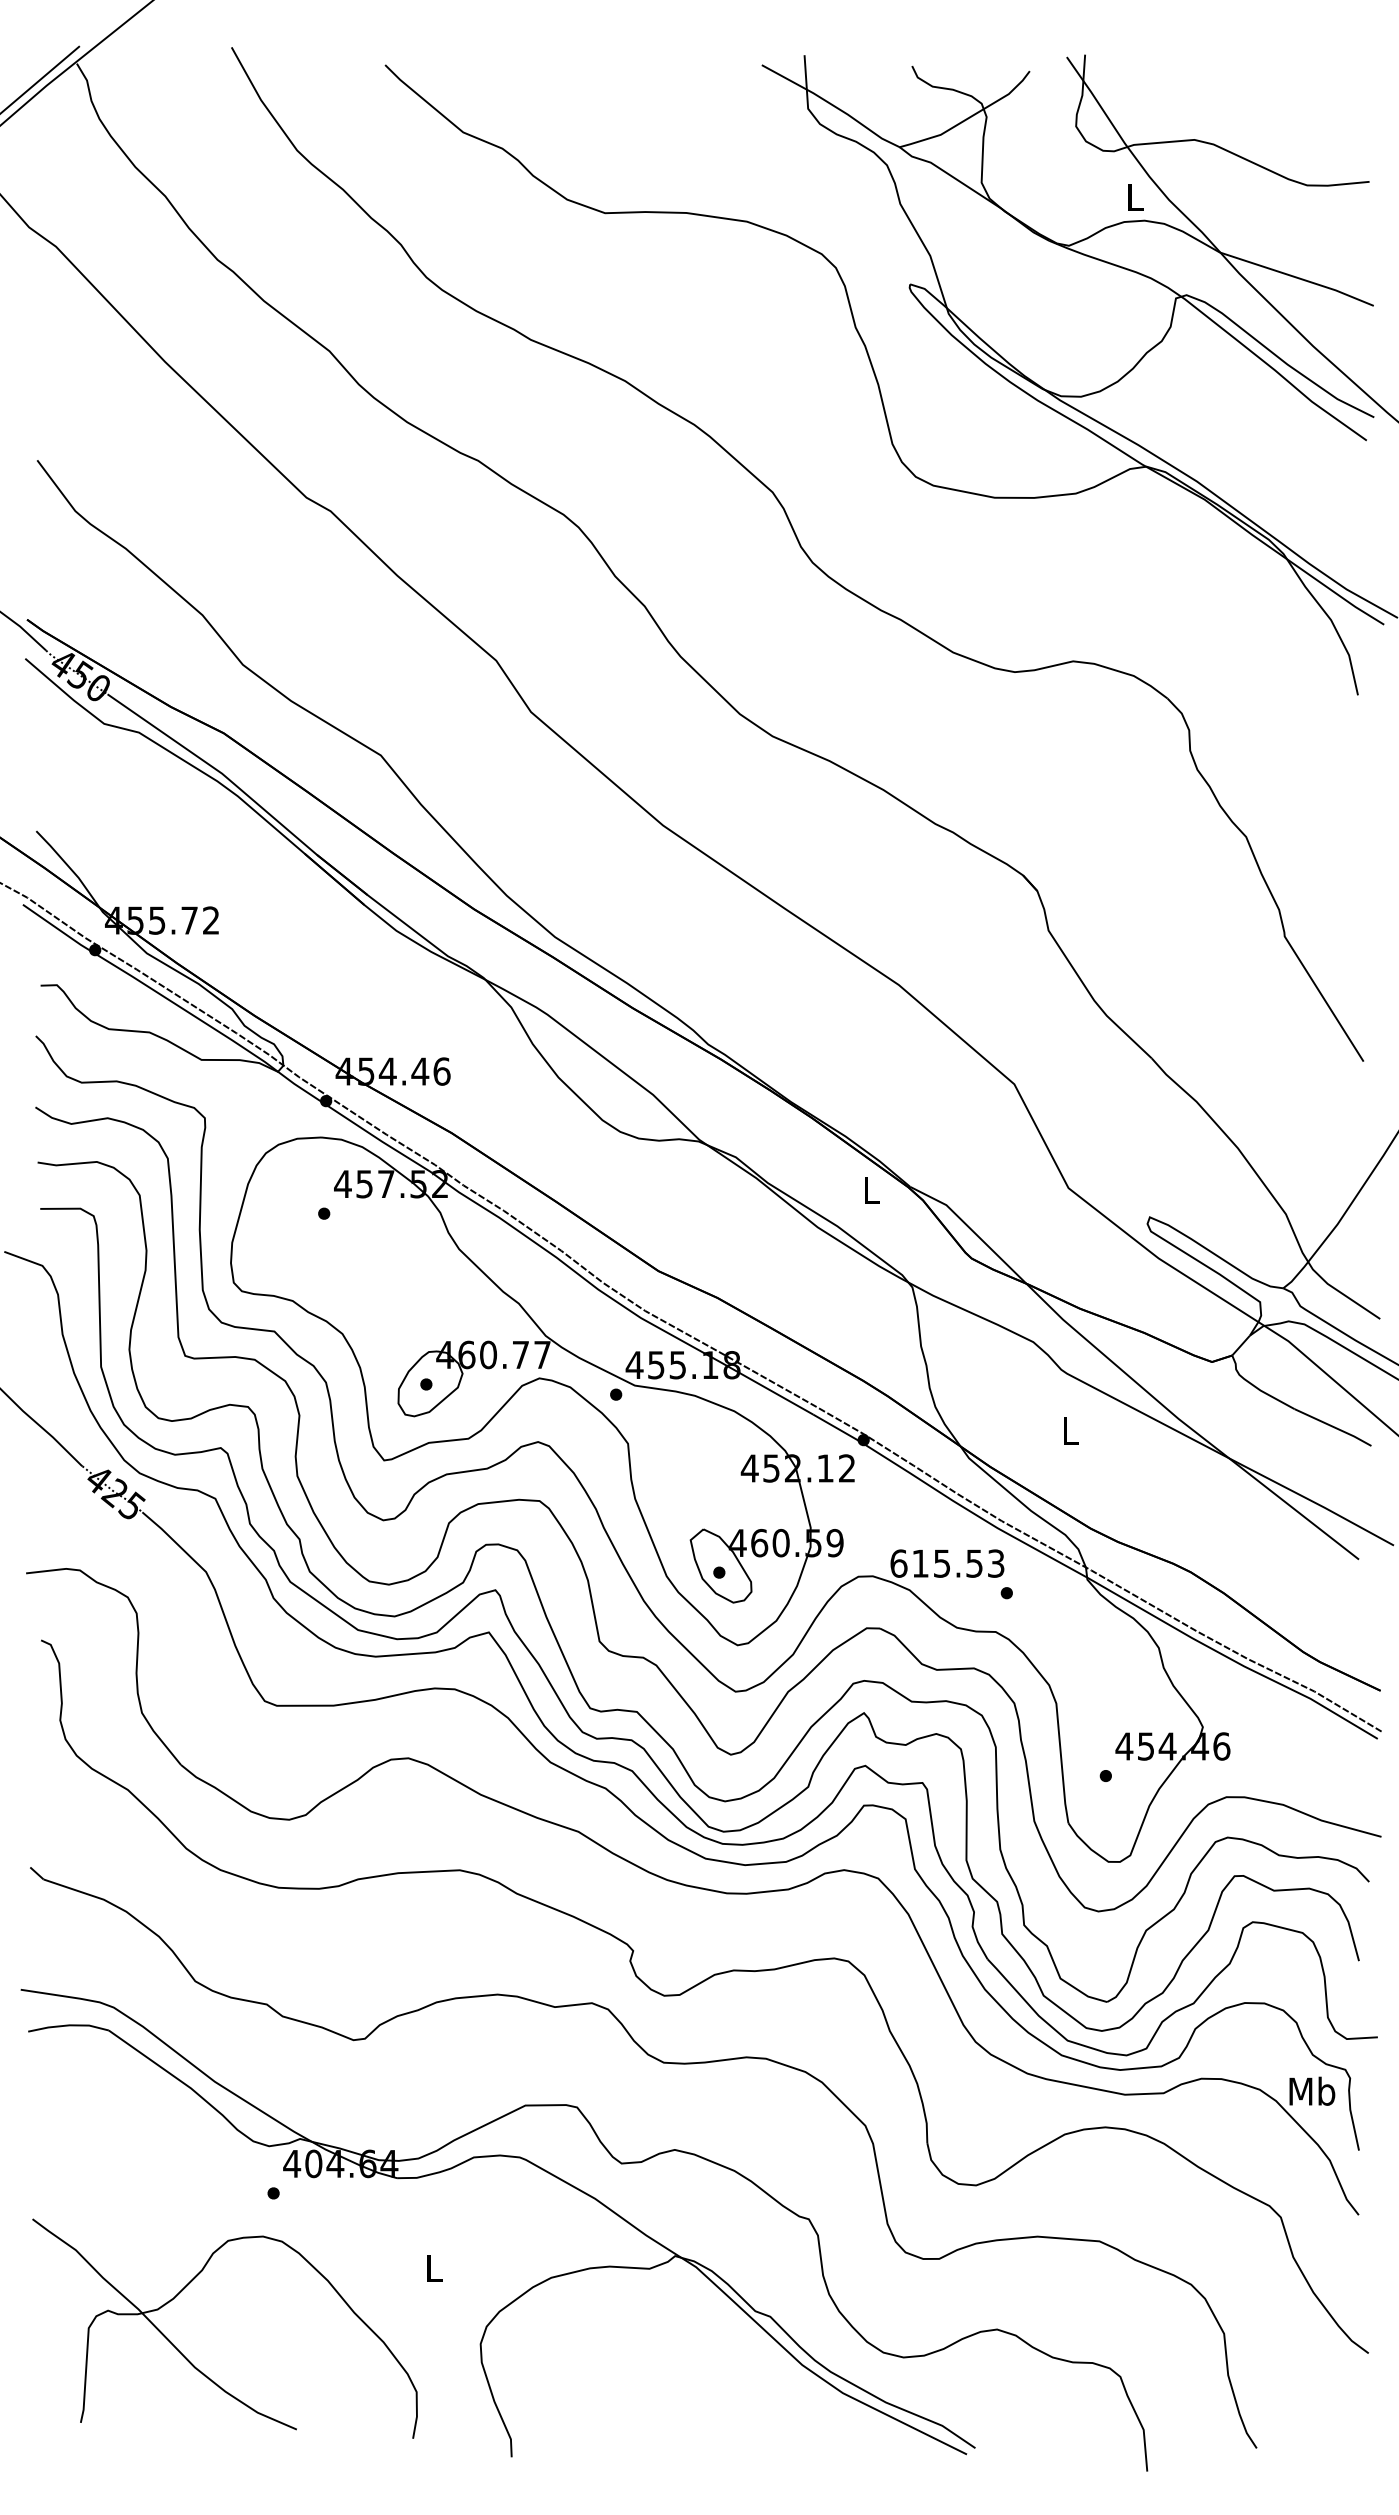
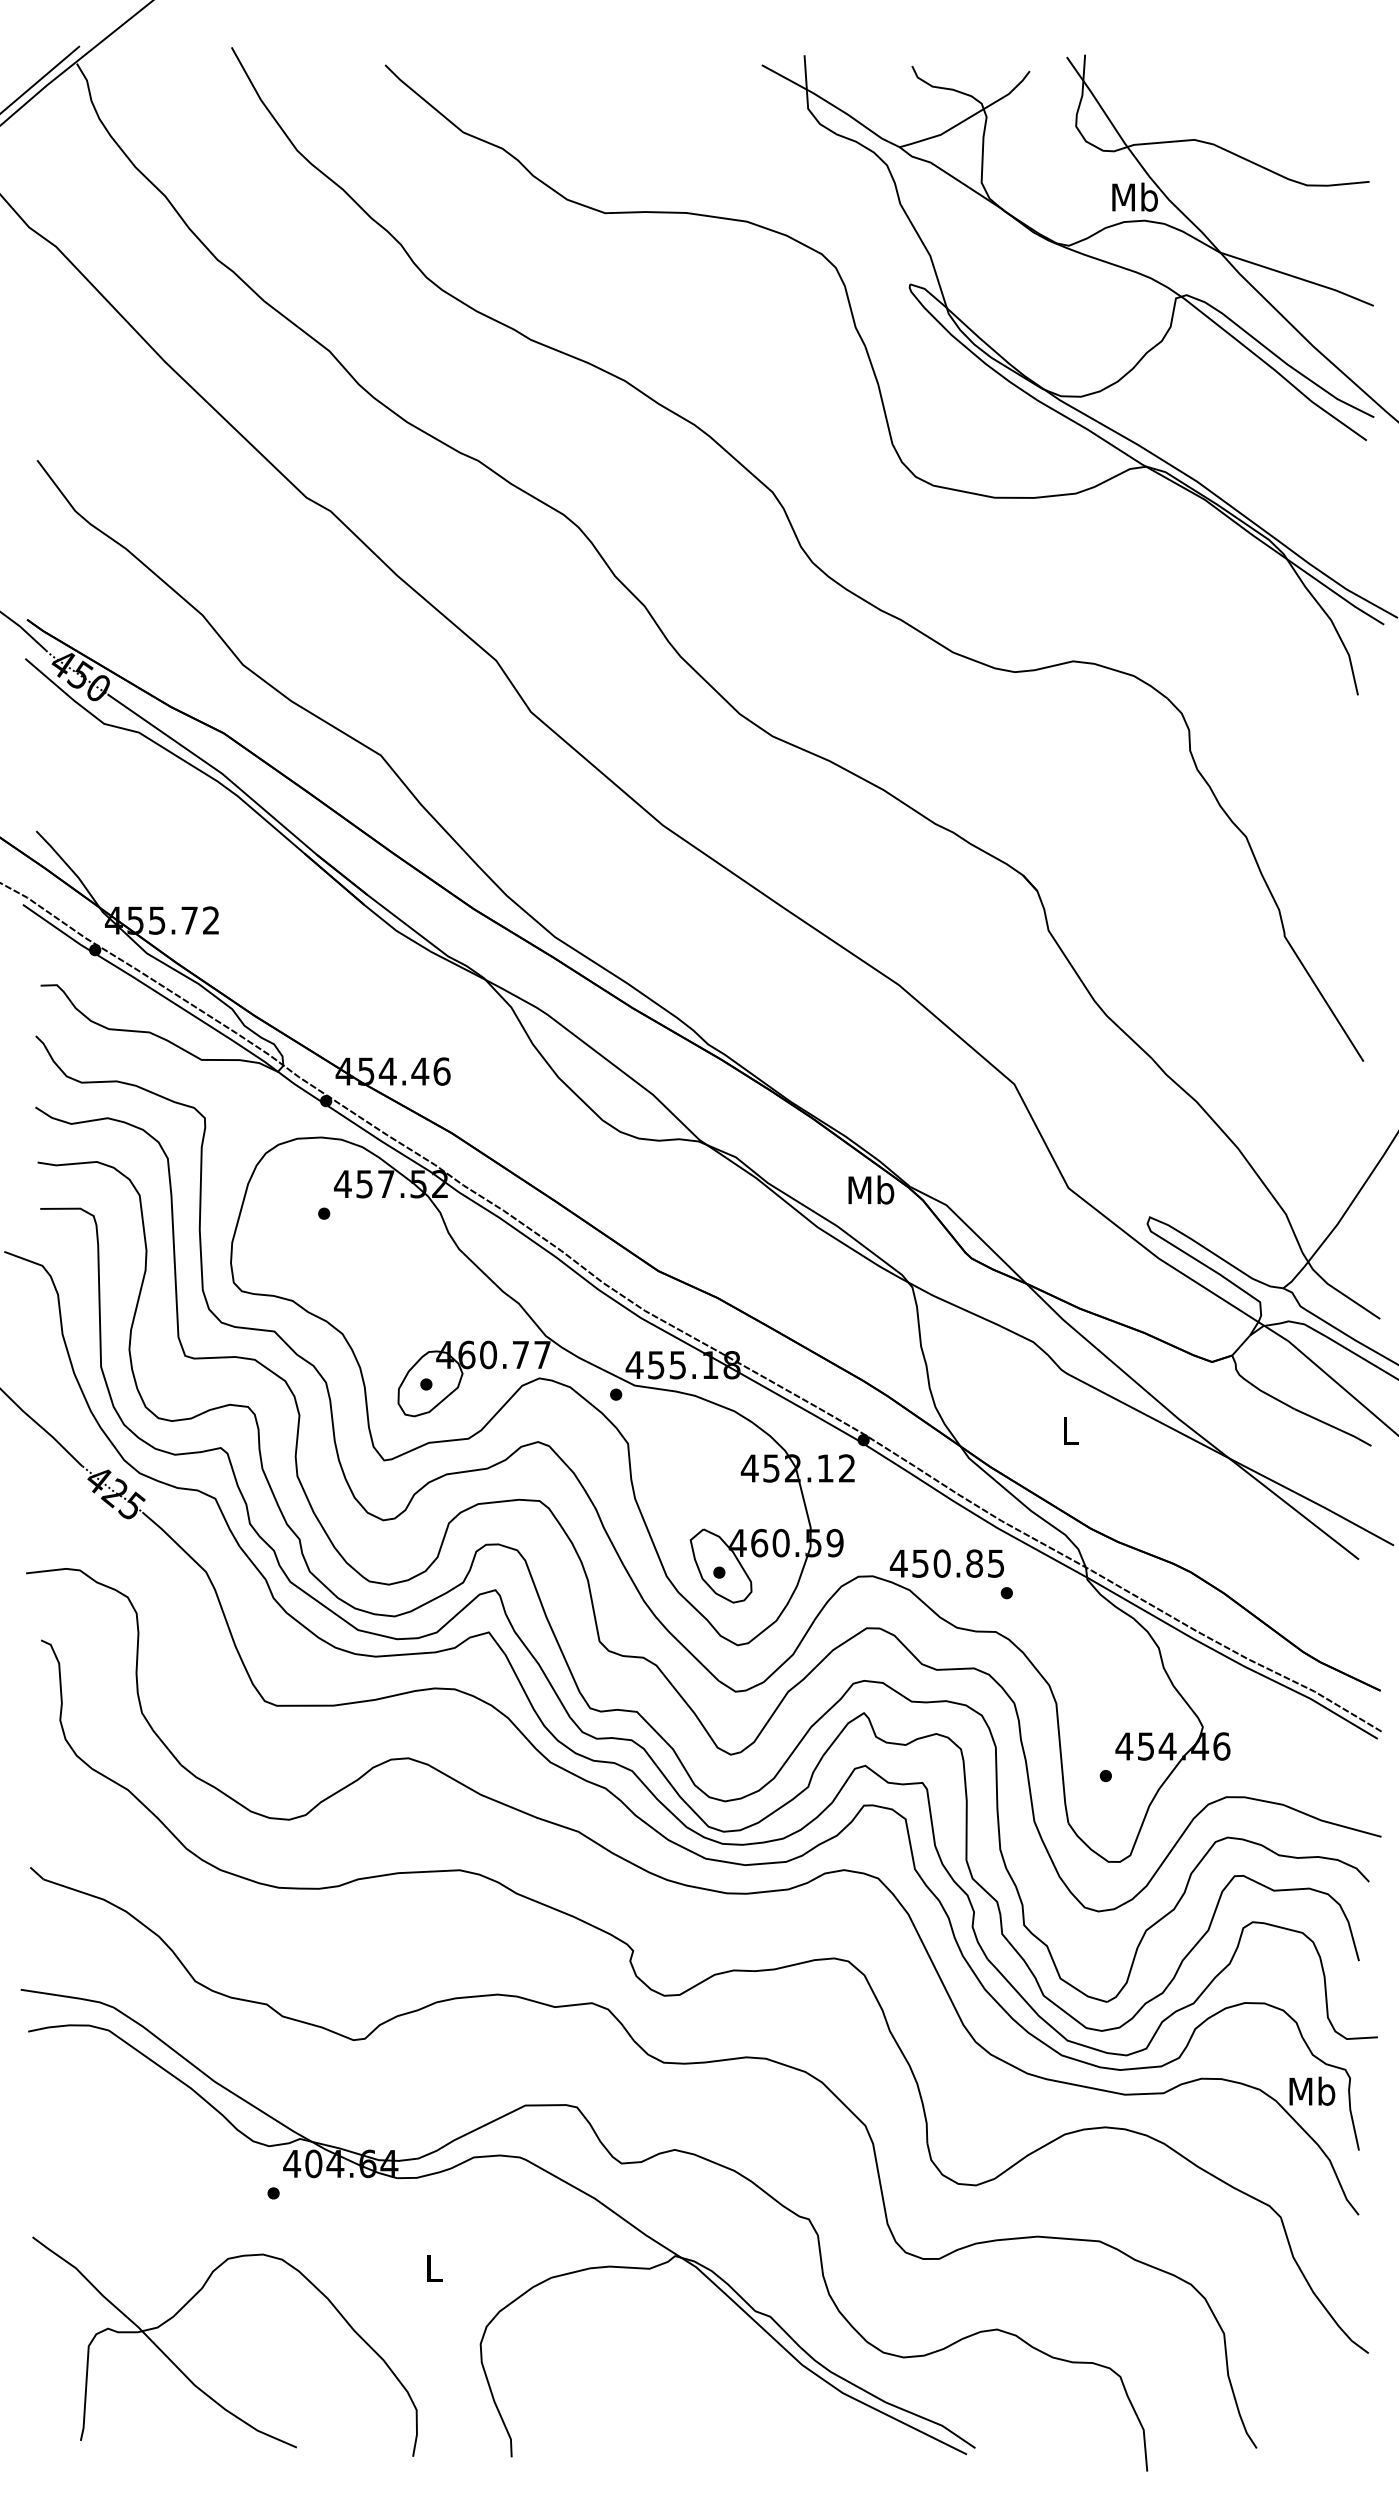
text at (1134, 196): L -> Mb
text at (871, 1189): L -> Mb
text at (946, 1563): 615.53 -> 450.85
part at (190, 2361) position: (190, 2361) -> (190, 2379)
